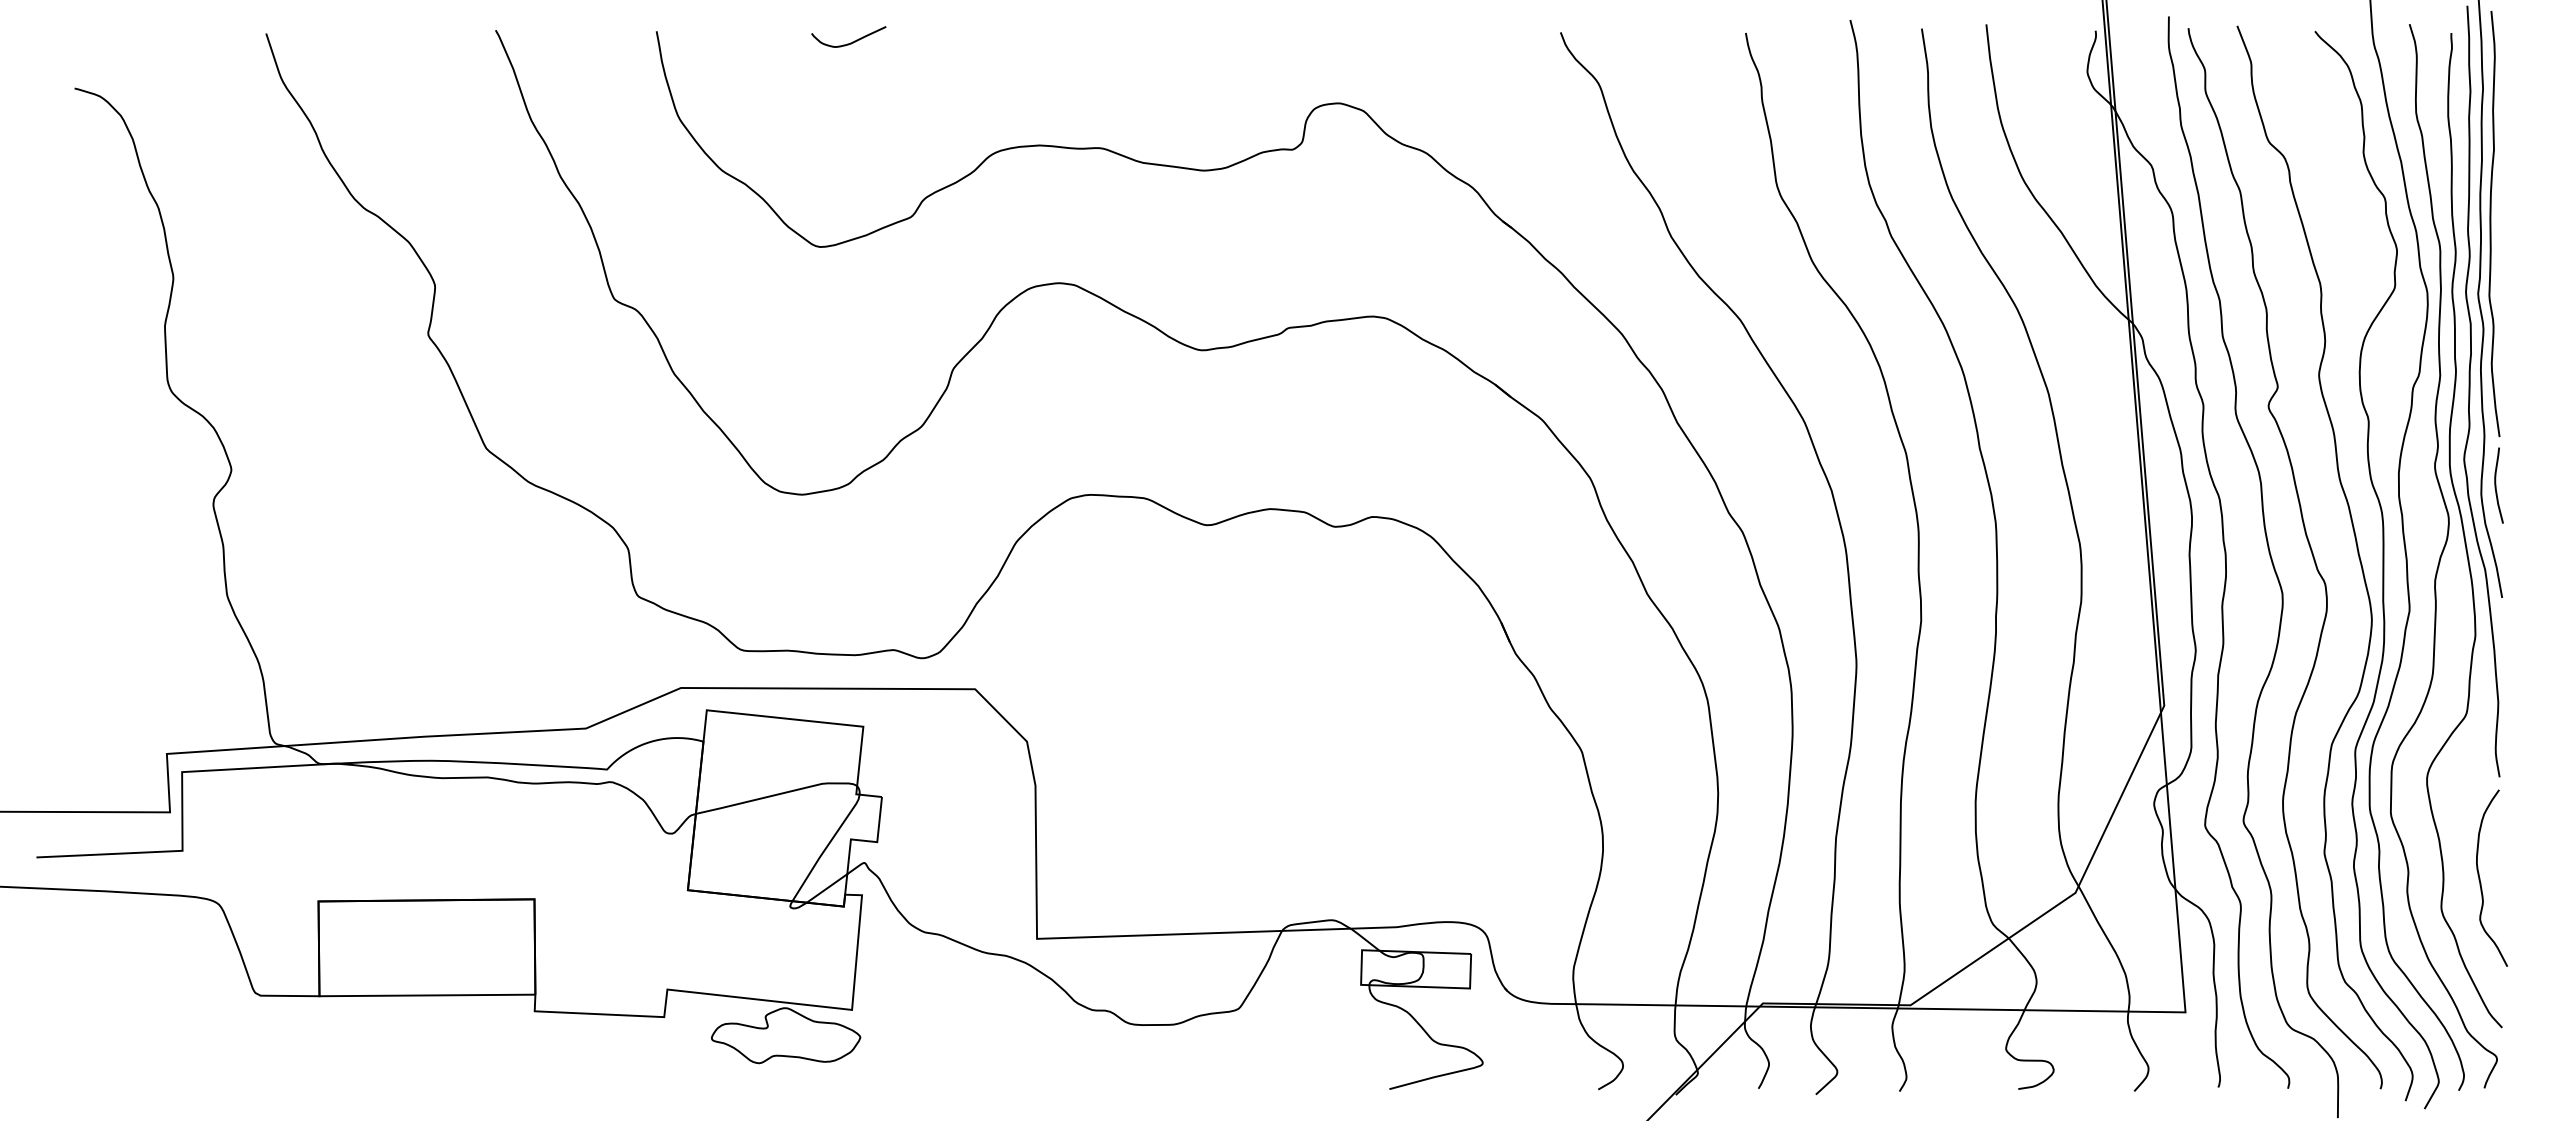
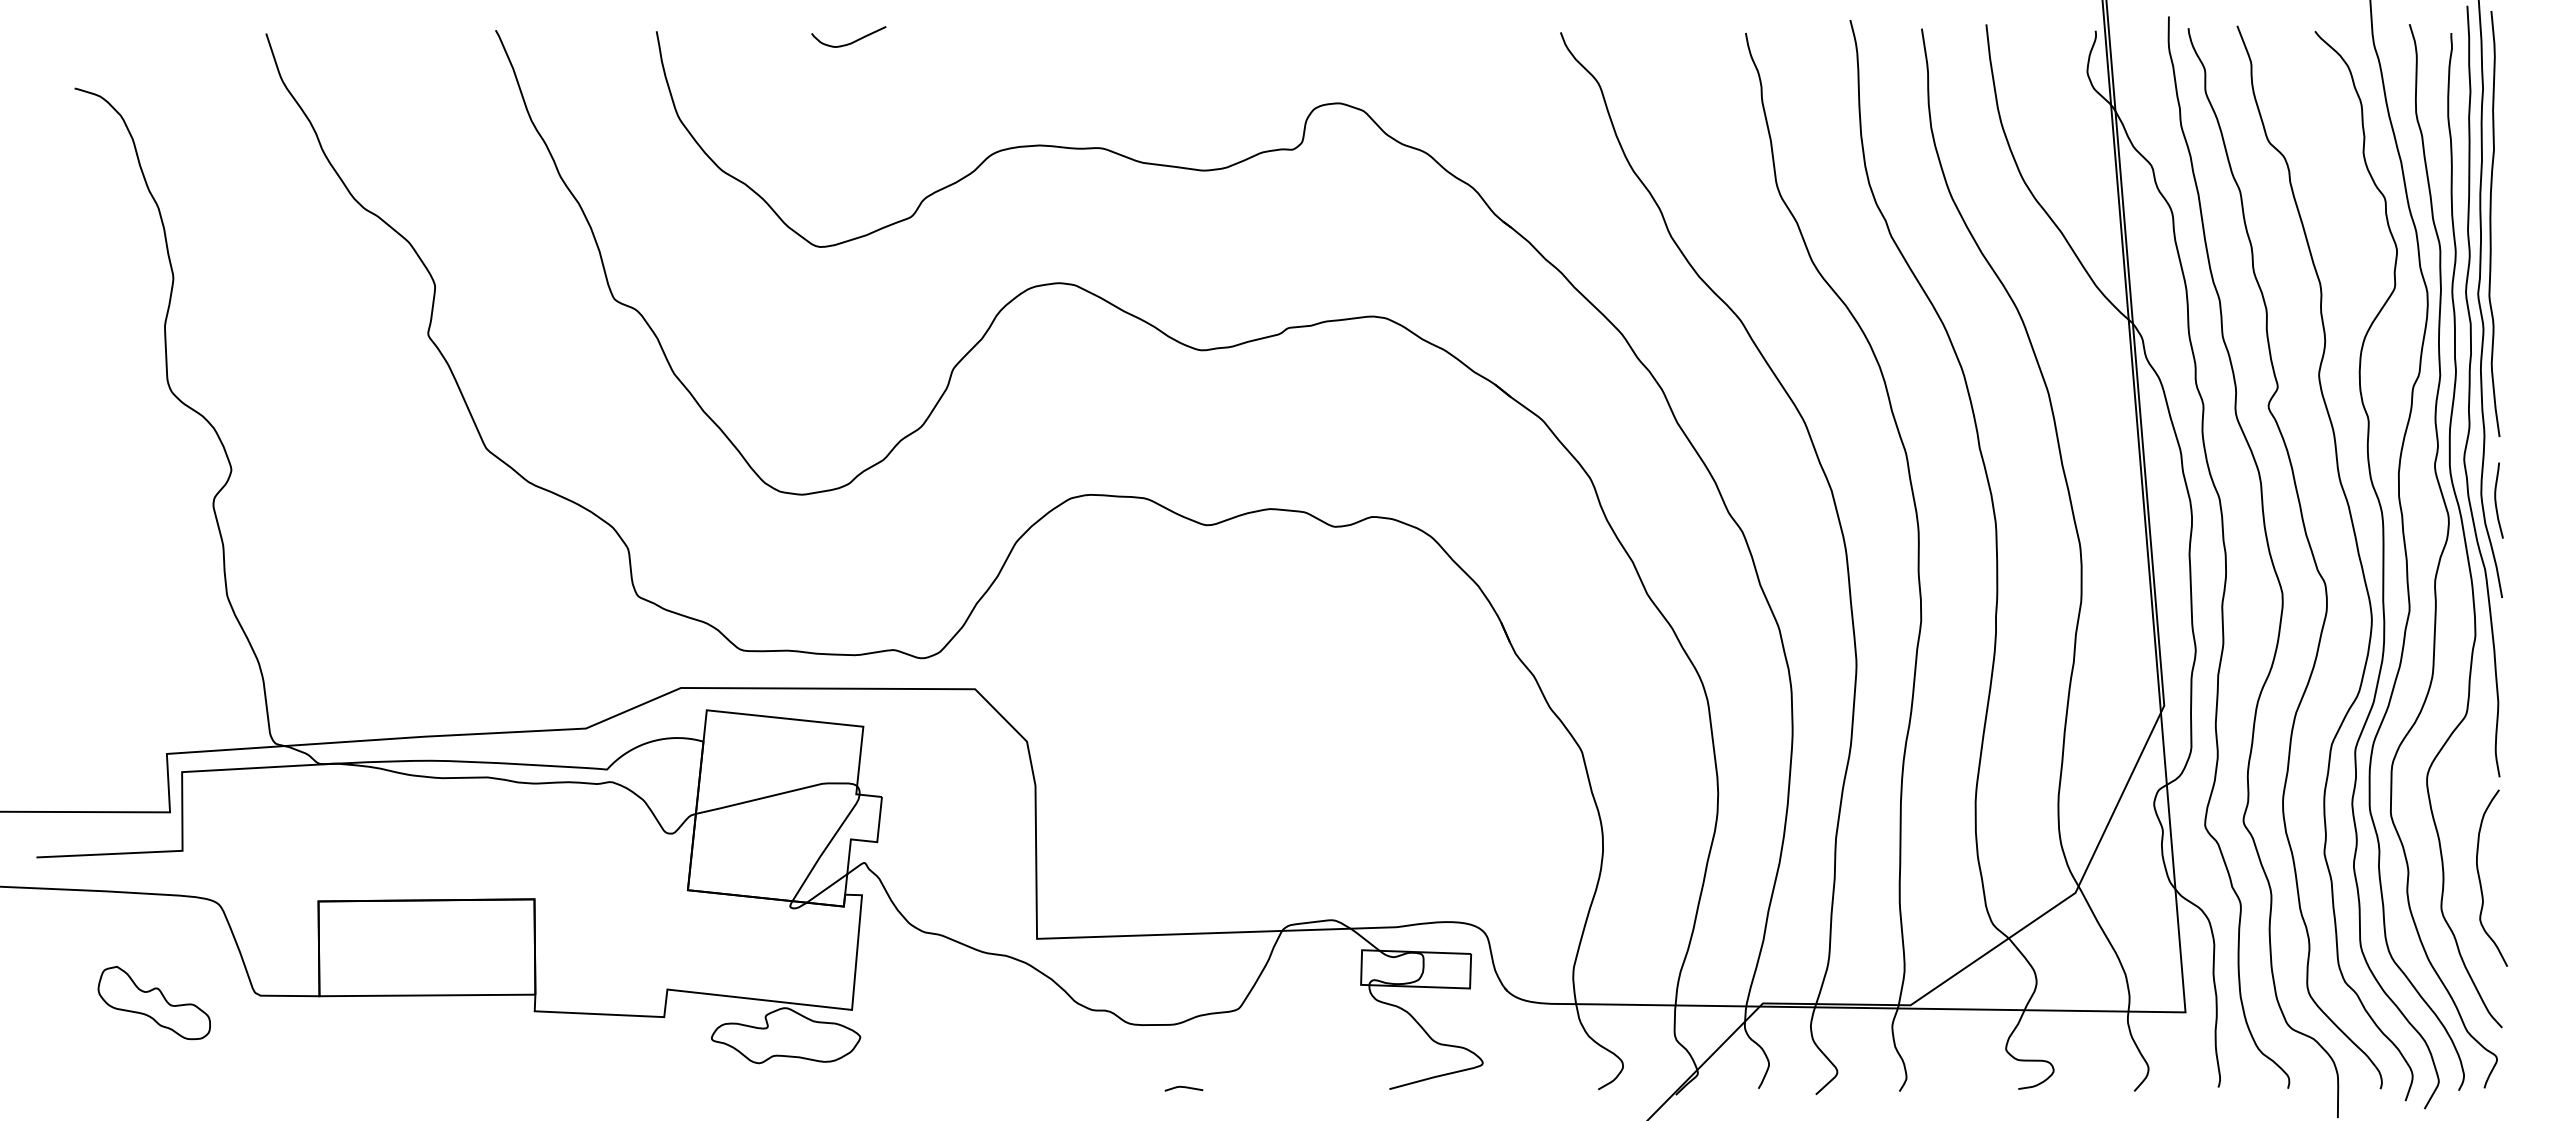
curve at (2496, 485) position: (2496, 485) -> (2496, 500)
part at (153, 1003): none -> present
line at (1183, 1087): none -> present
